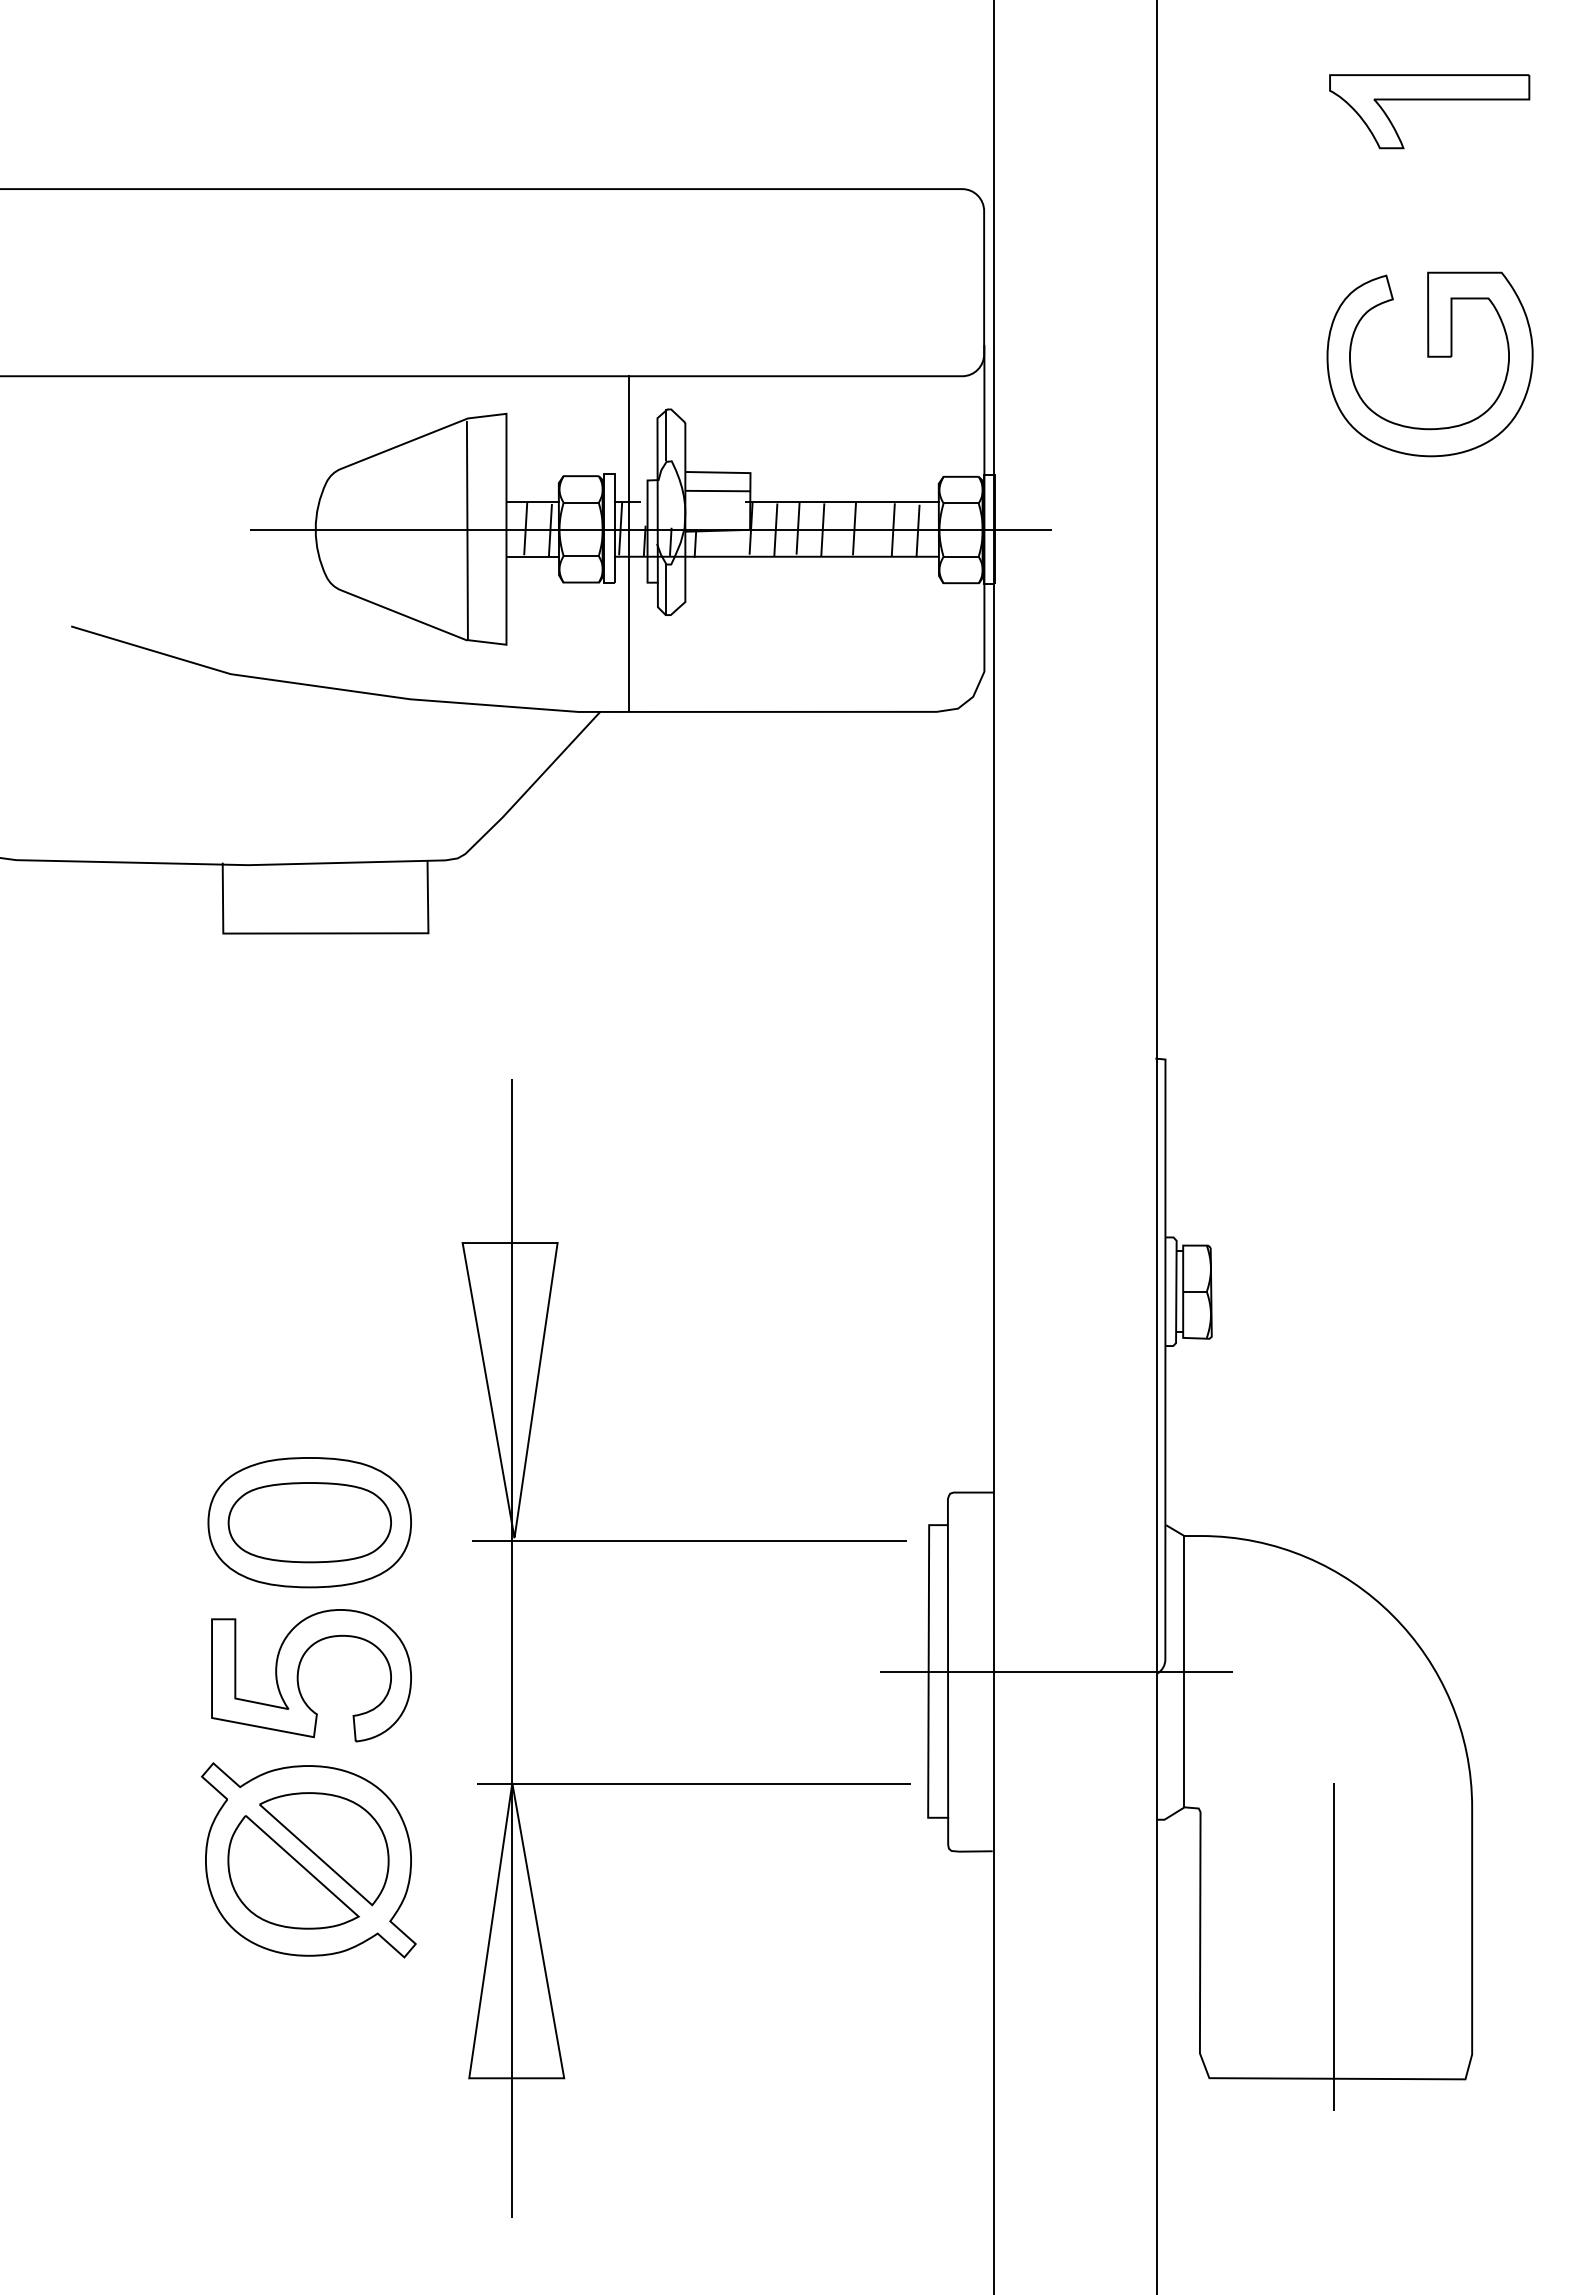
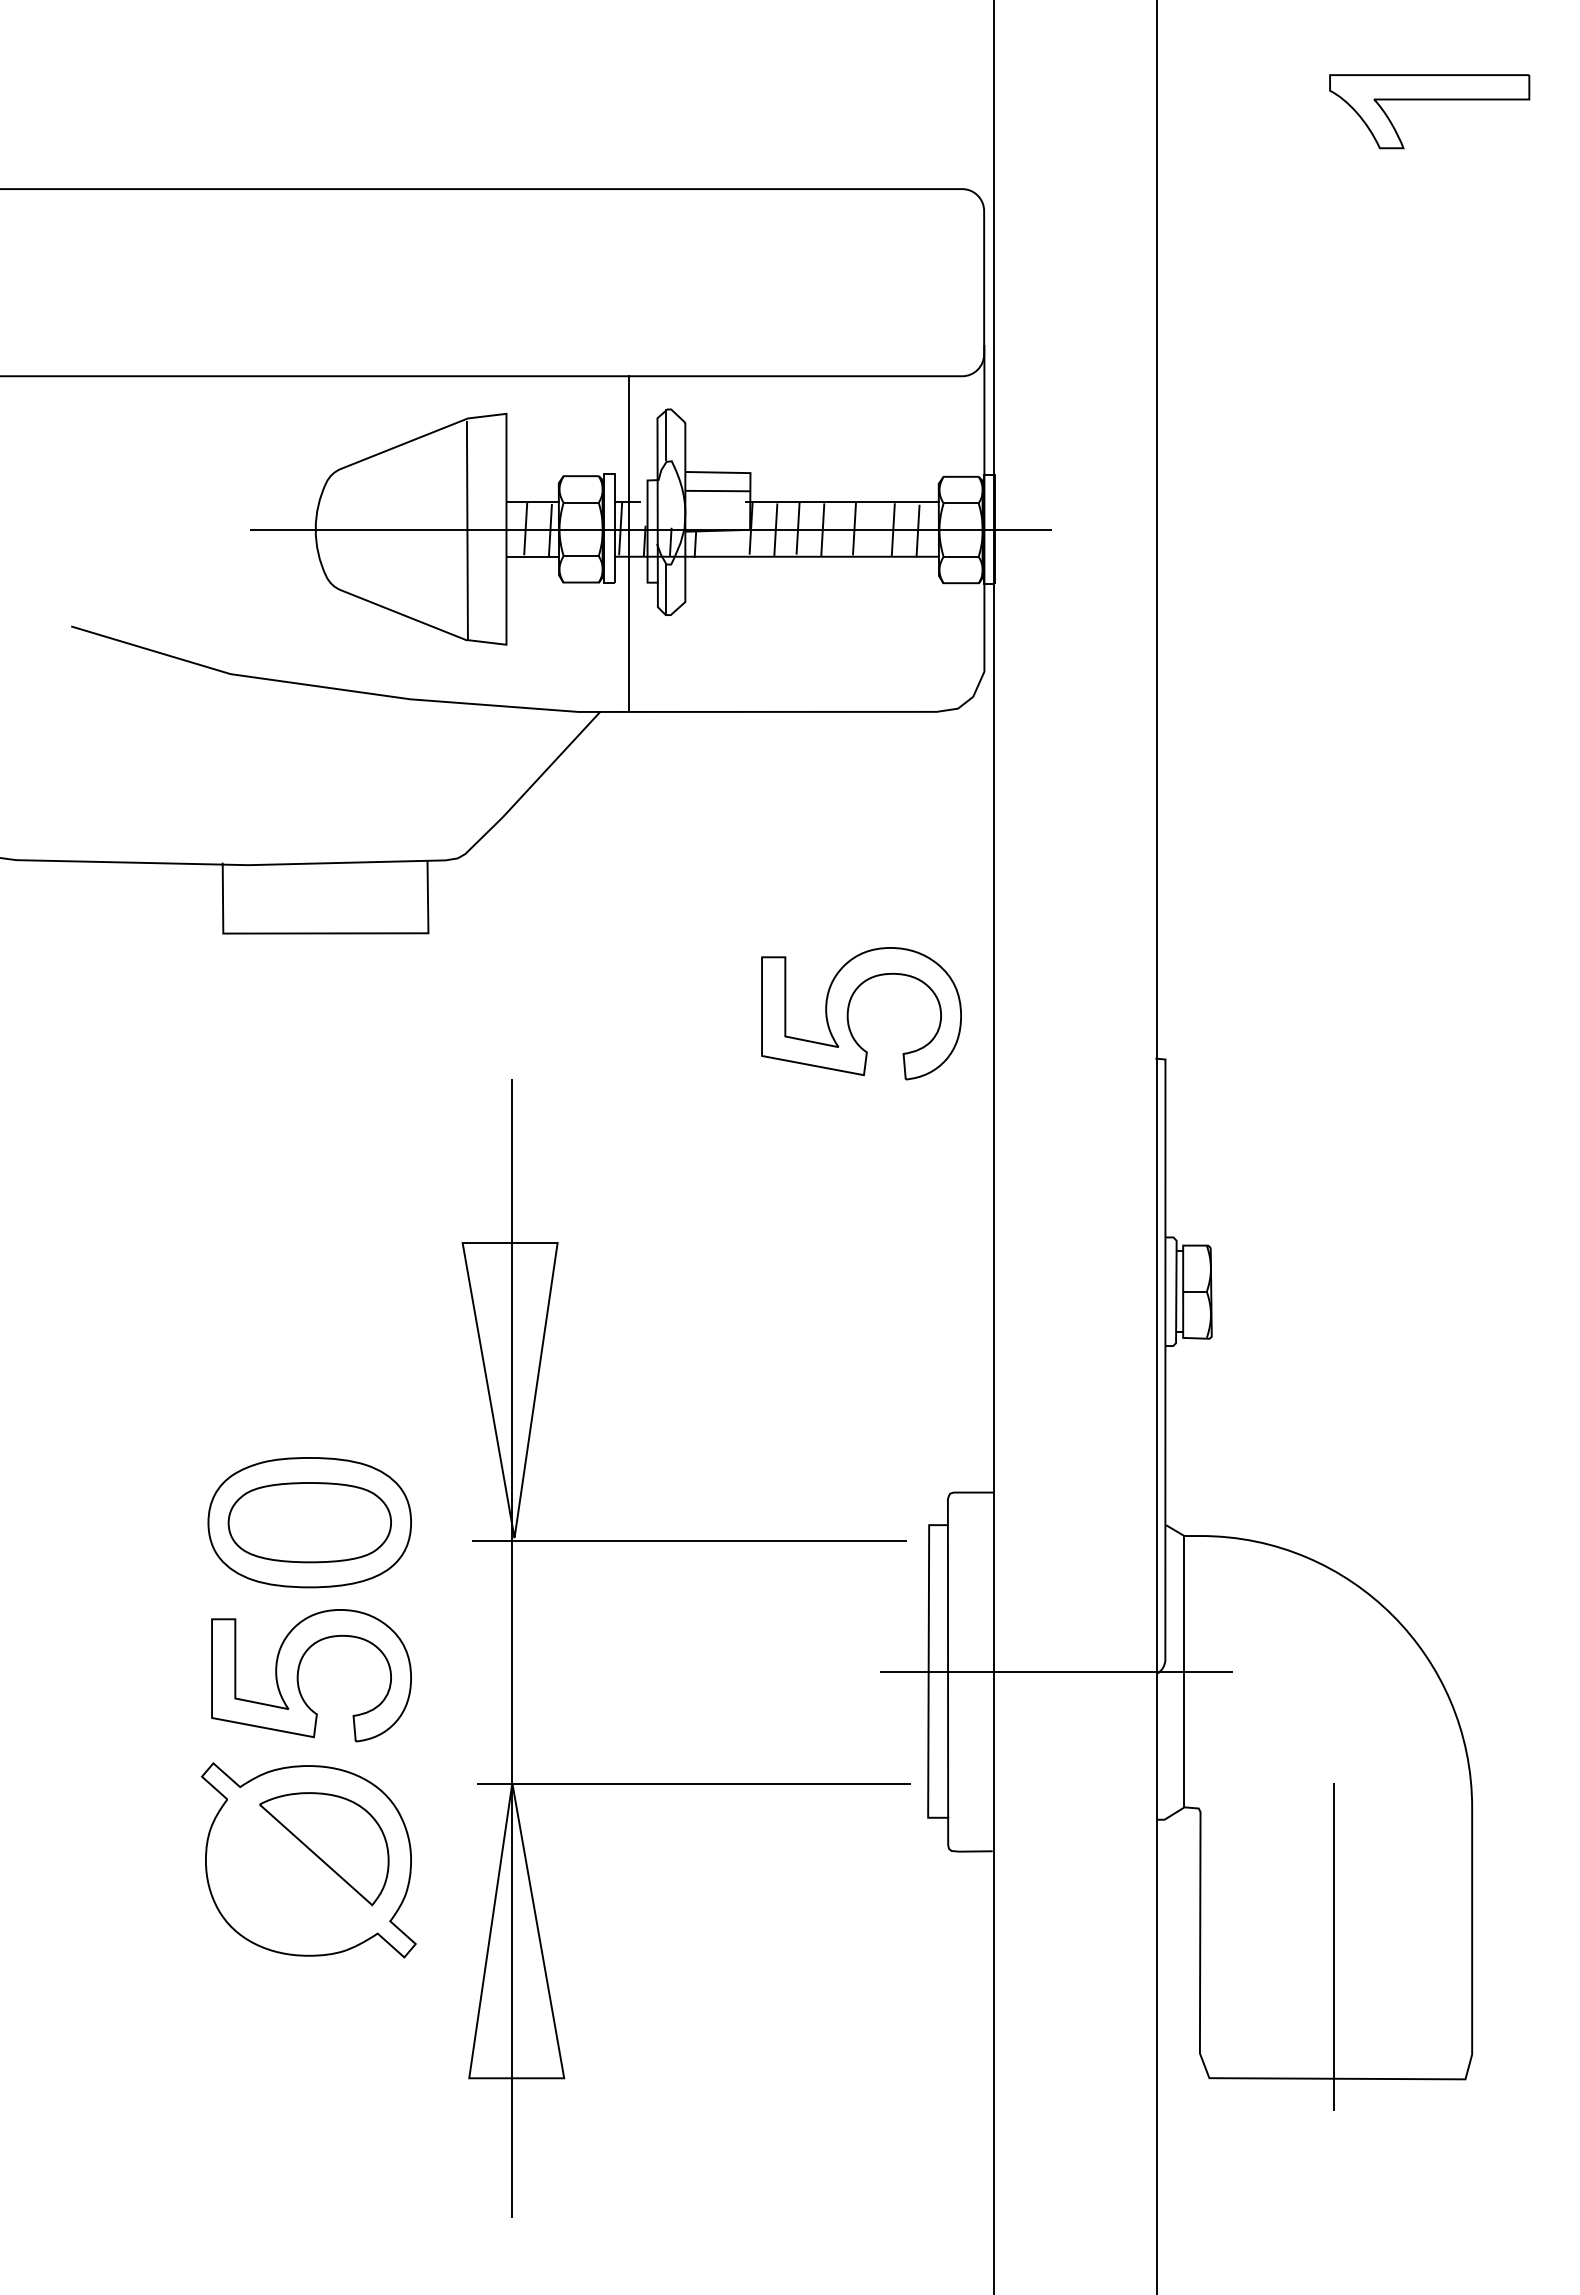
part at (1429, 357): present -> none
part at (849, 1008): none -> present
part at (293, 1872): present -> none
